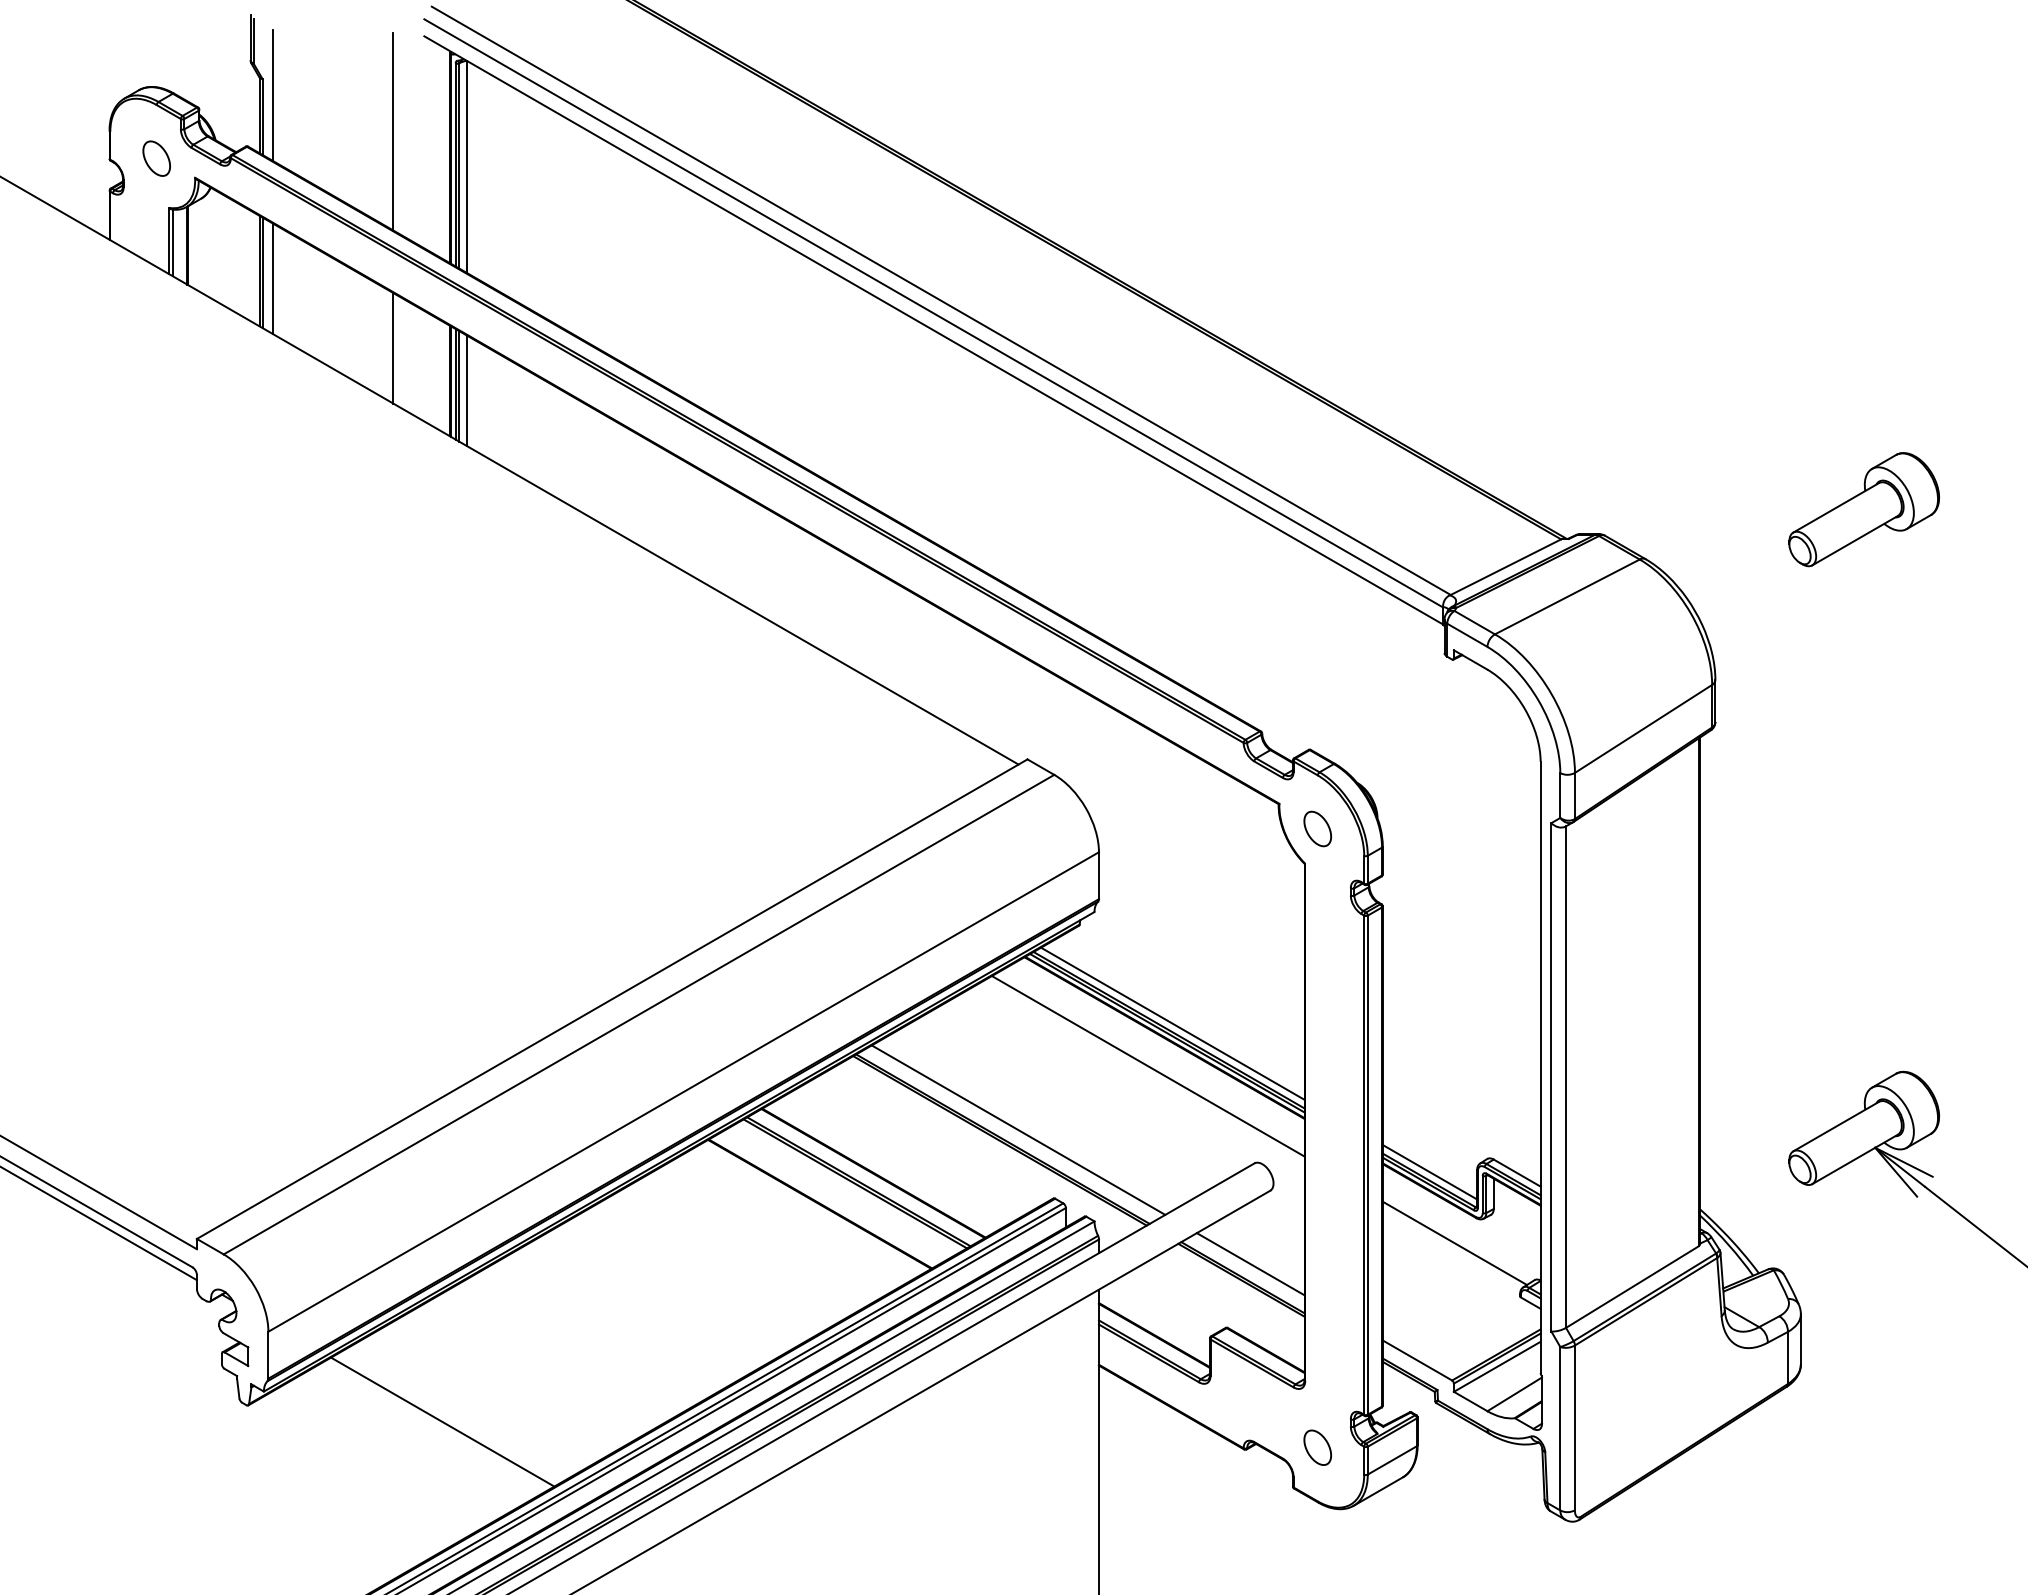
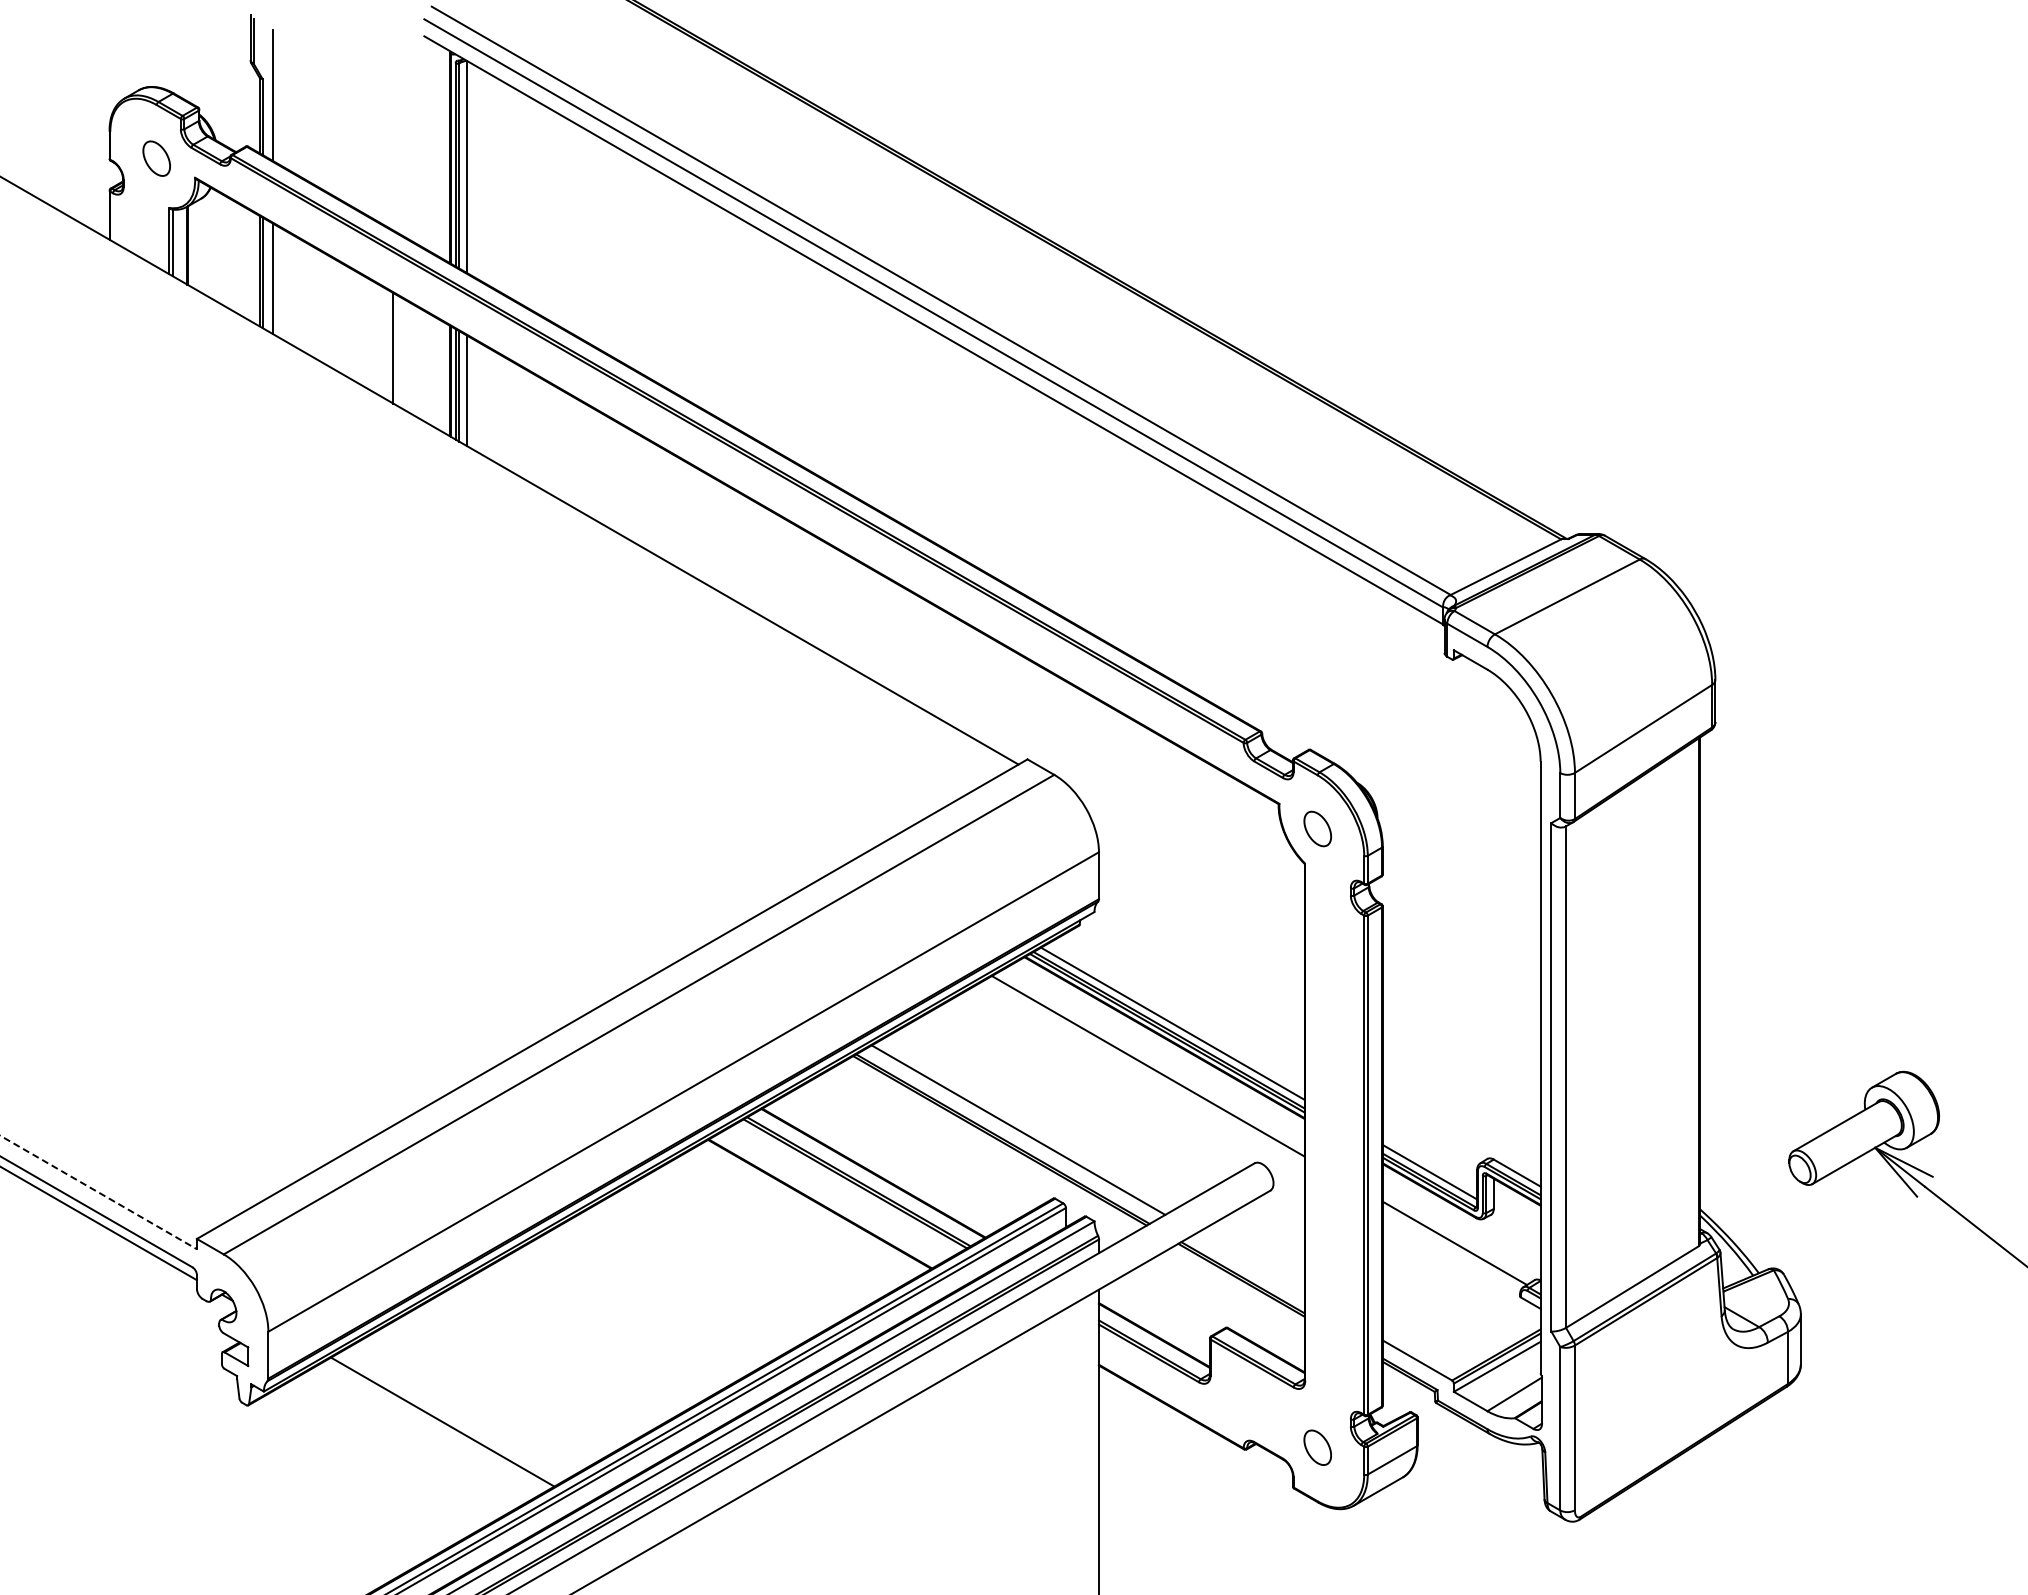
line at (393, 131): present -> none
part at (1864, 509): present -> none
line at (99, 1192): solid -> dashed
line at (1250, 1264): present -> none
